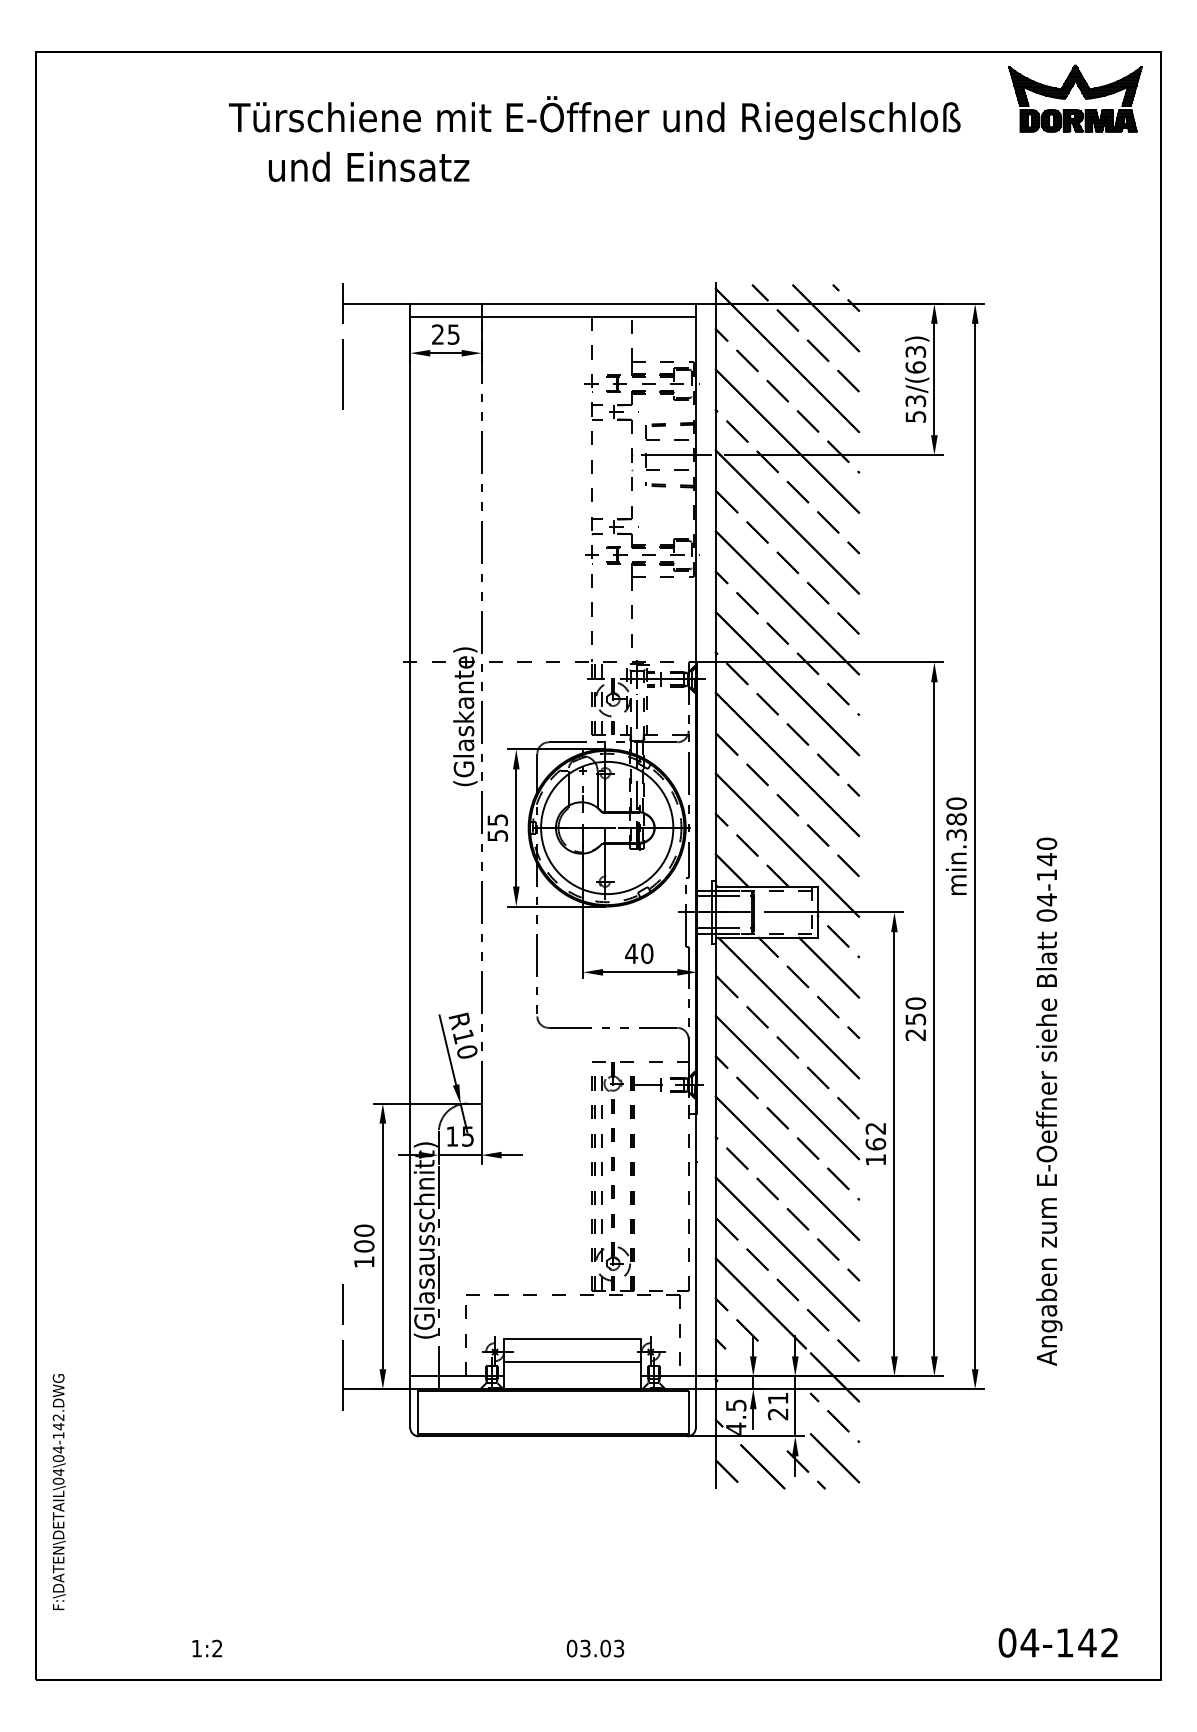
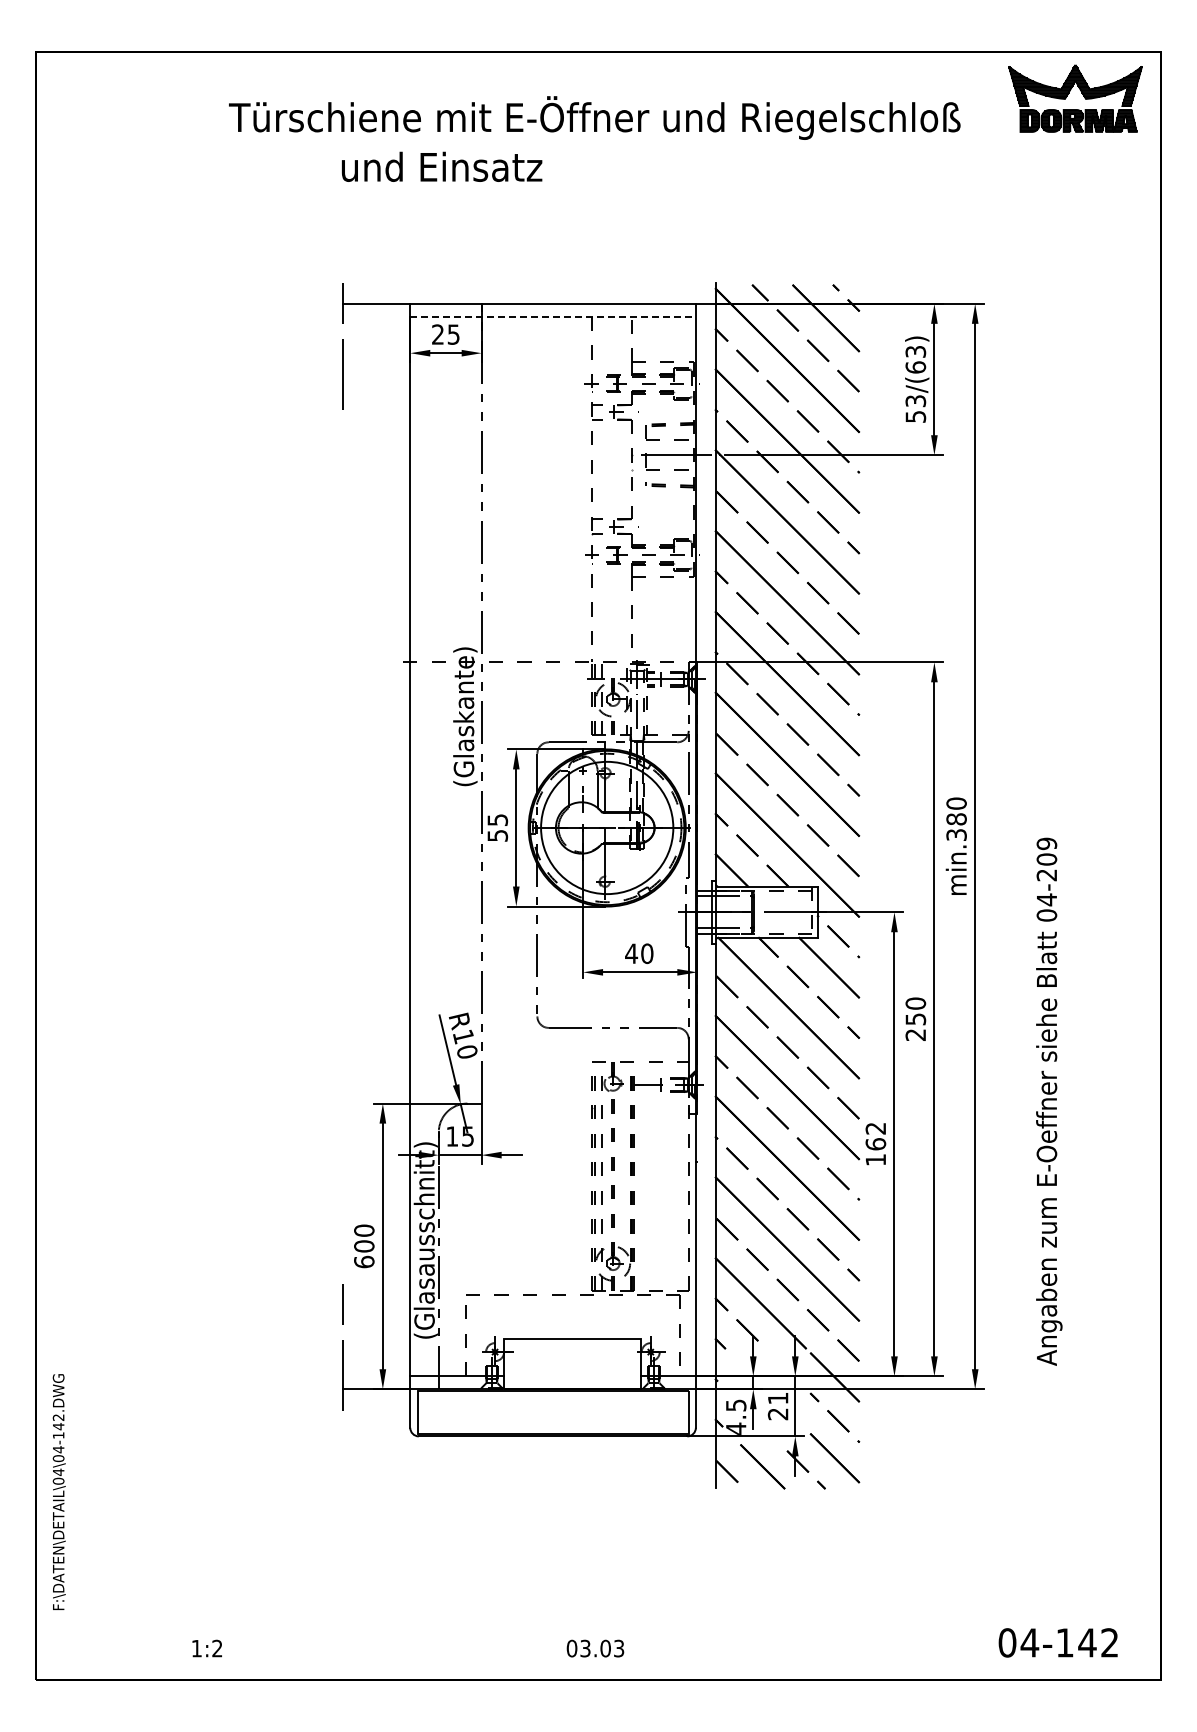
text at (369, 166) position: (369, 166) -> (442, 166)
line at (553, 316): solid -> dashed
text at (1046, 859): 04-140 -> 04-209
text at (364, 1261): 100 -> 600
line at (572, 1362): present -> none
